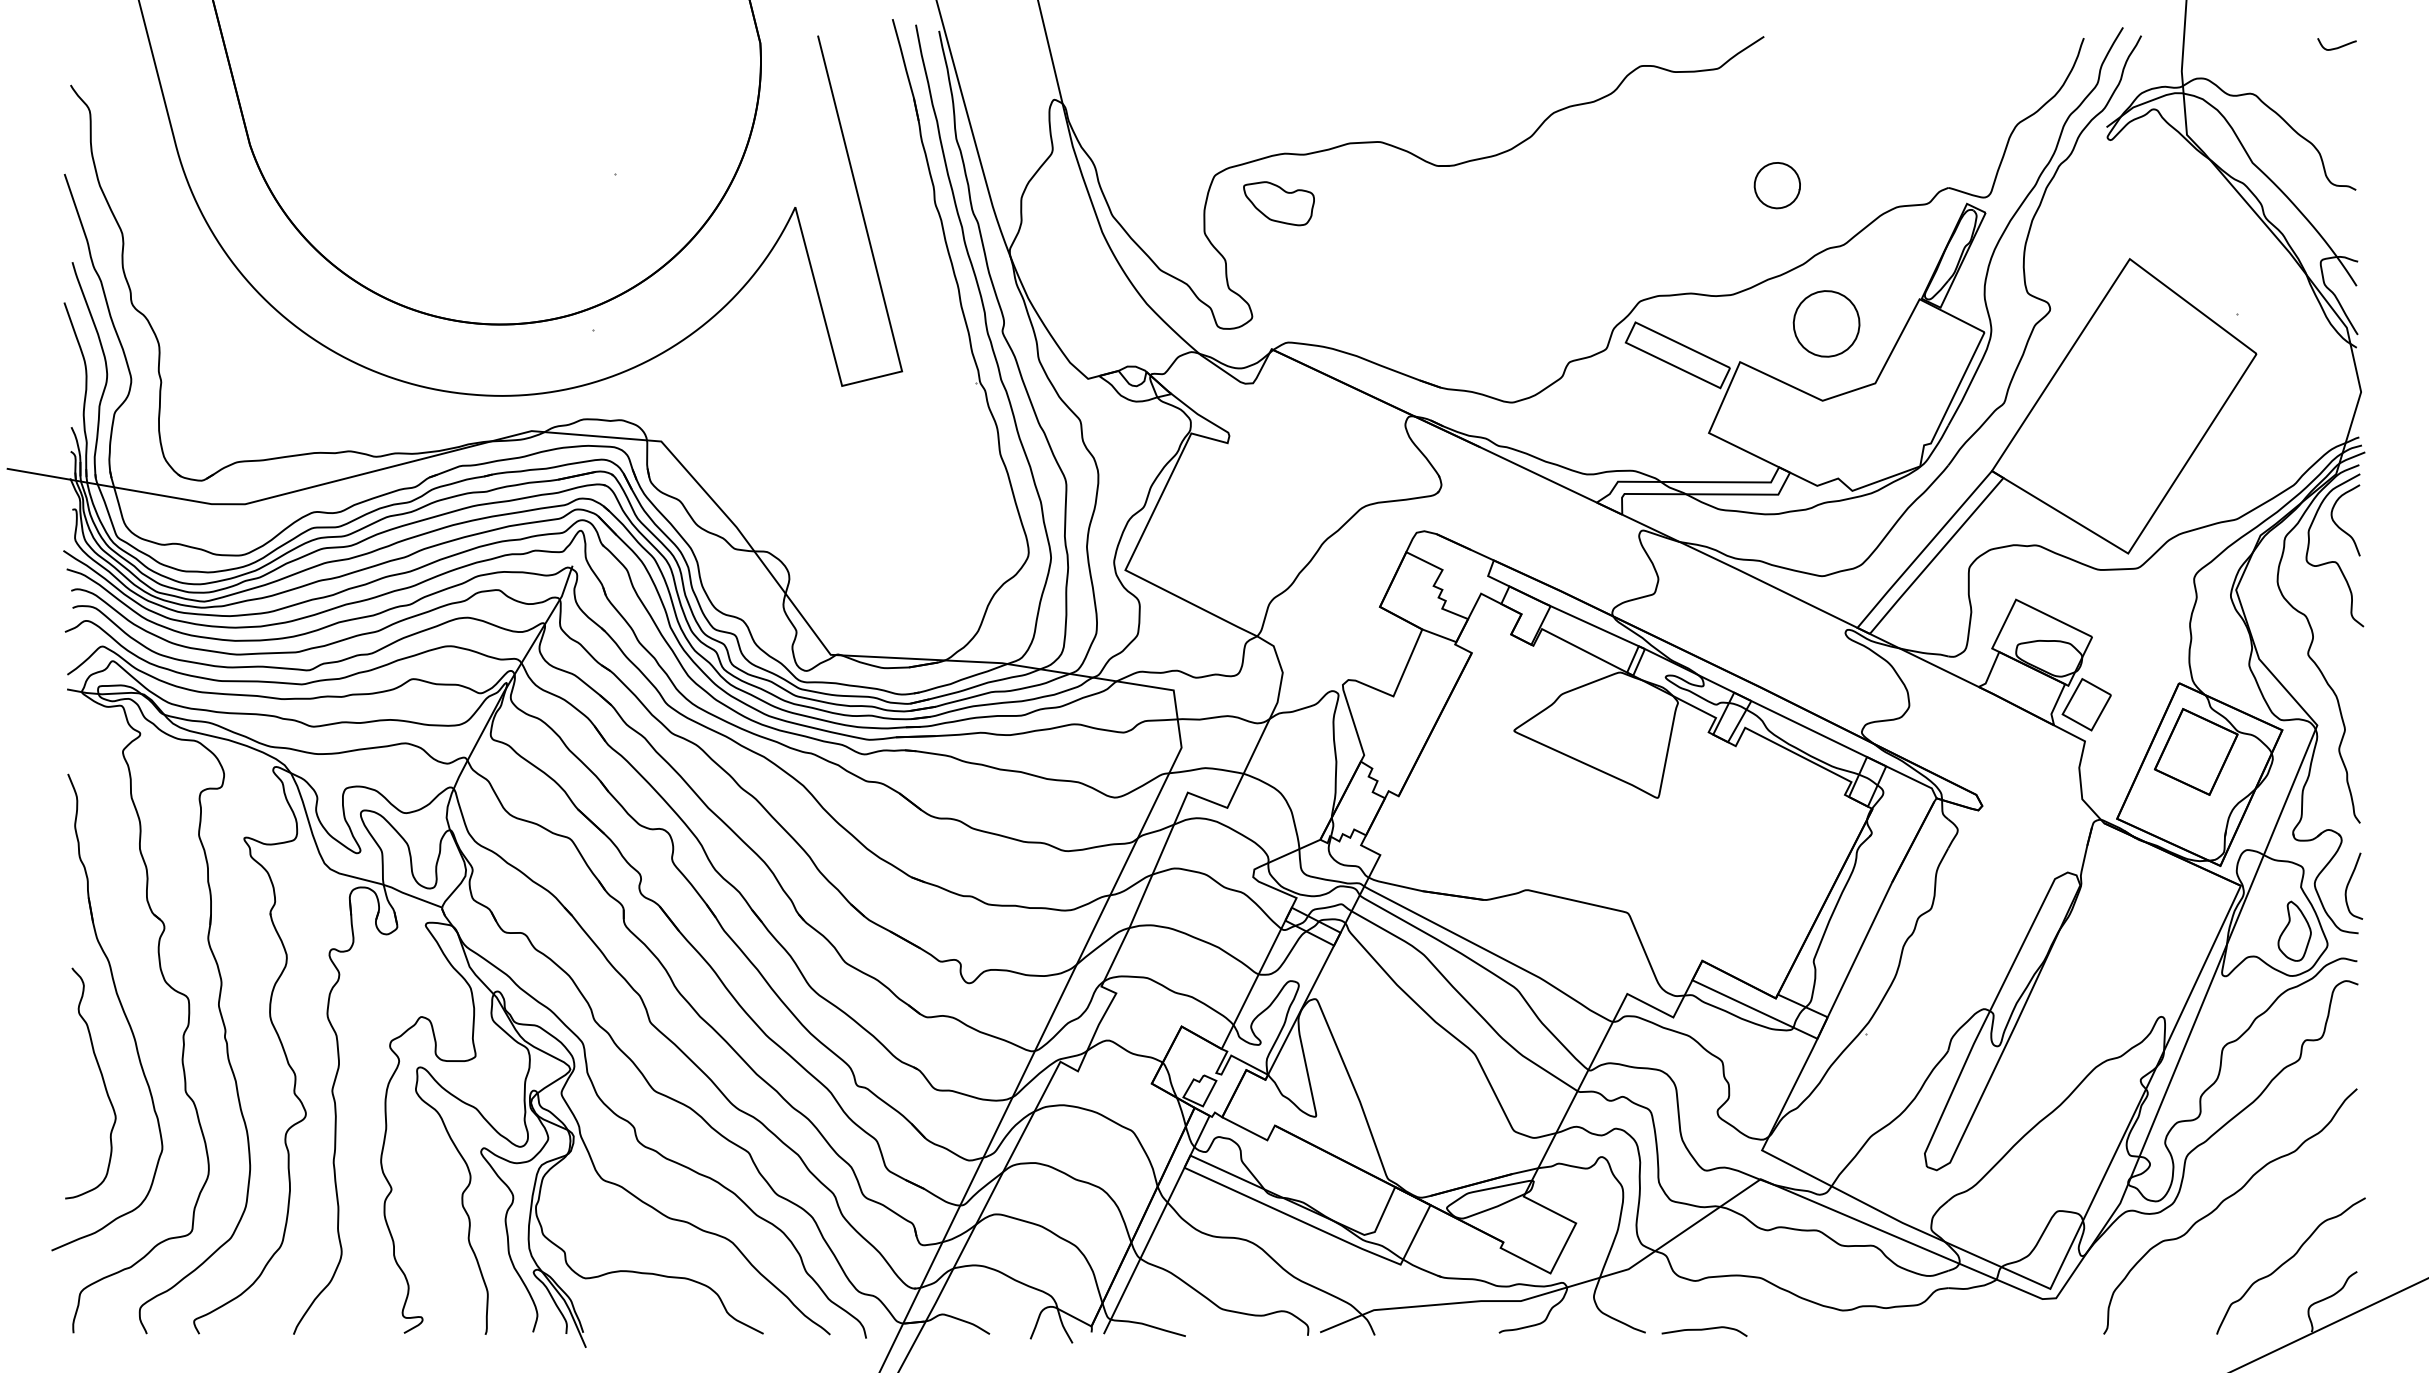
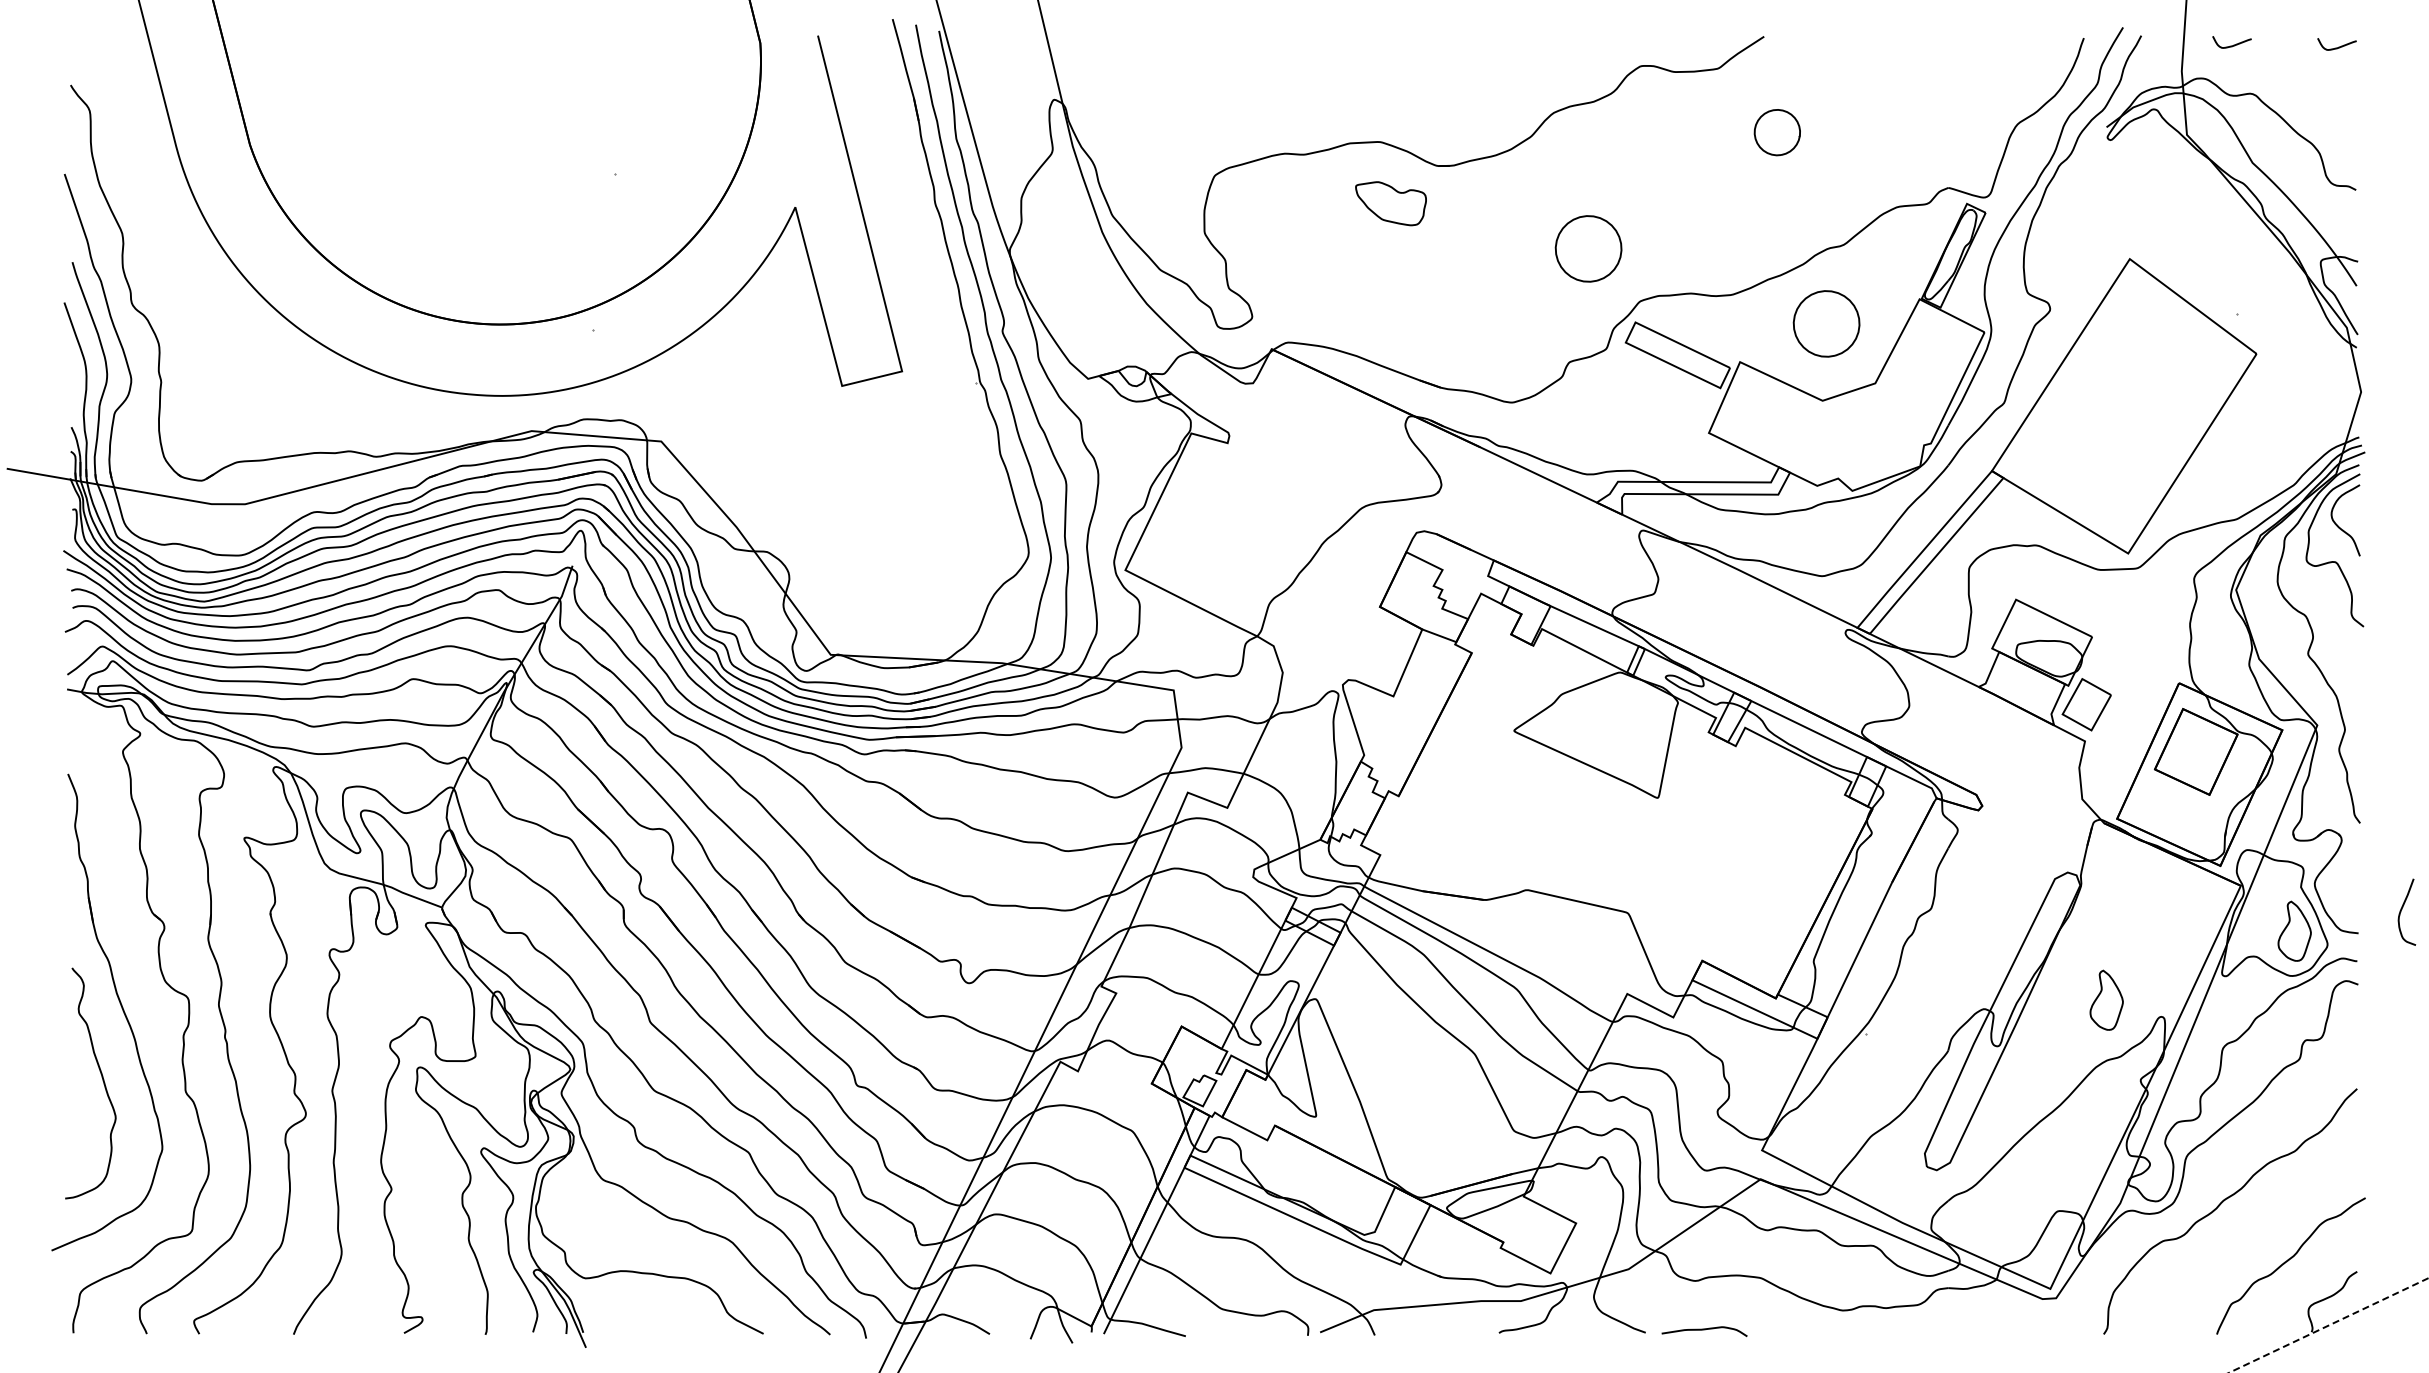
curve at (2233, 44): none -> present
part at (1776, 185) position: (1776, 185) -> (1776, 132)
part at (1278, 203) position: (1278, 203) -> (1390, 203)
part at (1588, 248): none -> present
curve at (2349, 883) position: (2349, 883) -> (2402, 909)
part at (2106, 999): none -> present
line at (2328, 1325): solid -> dashed
